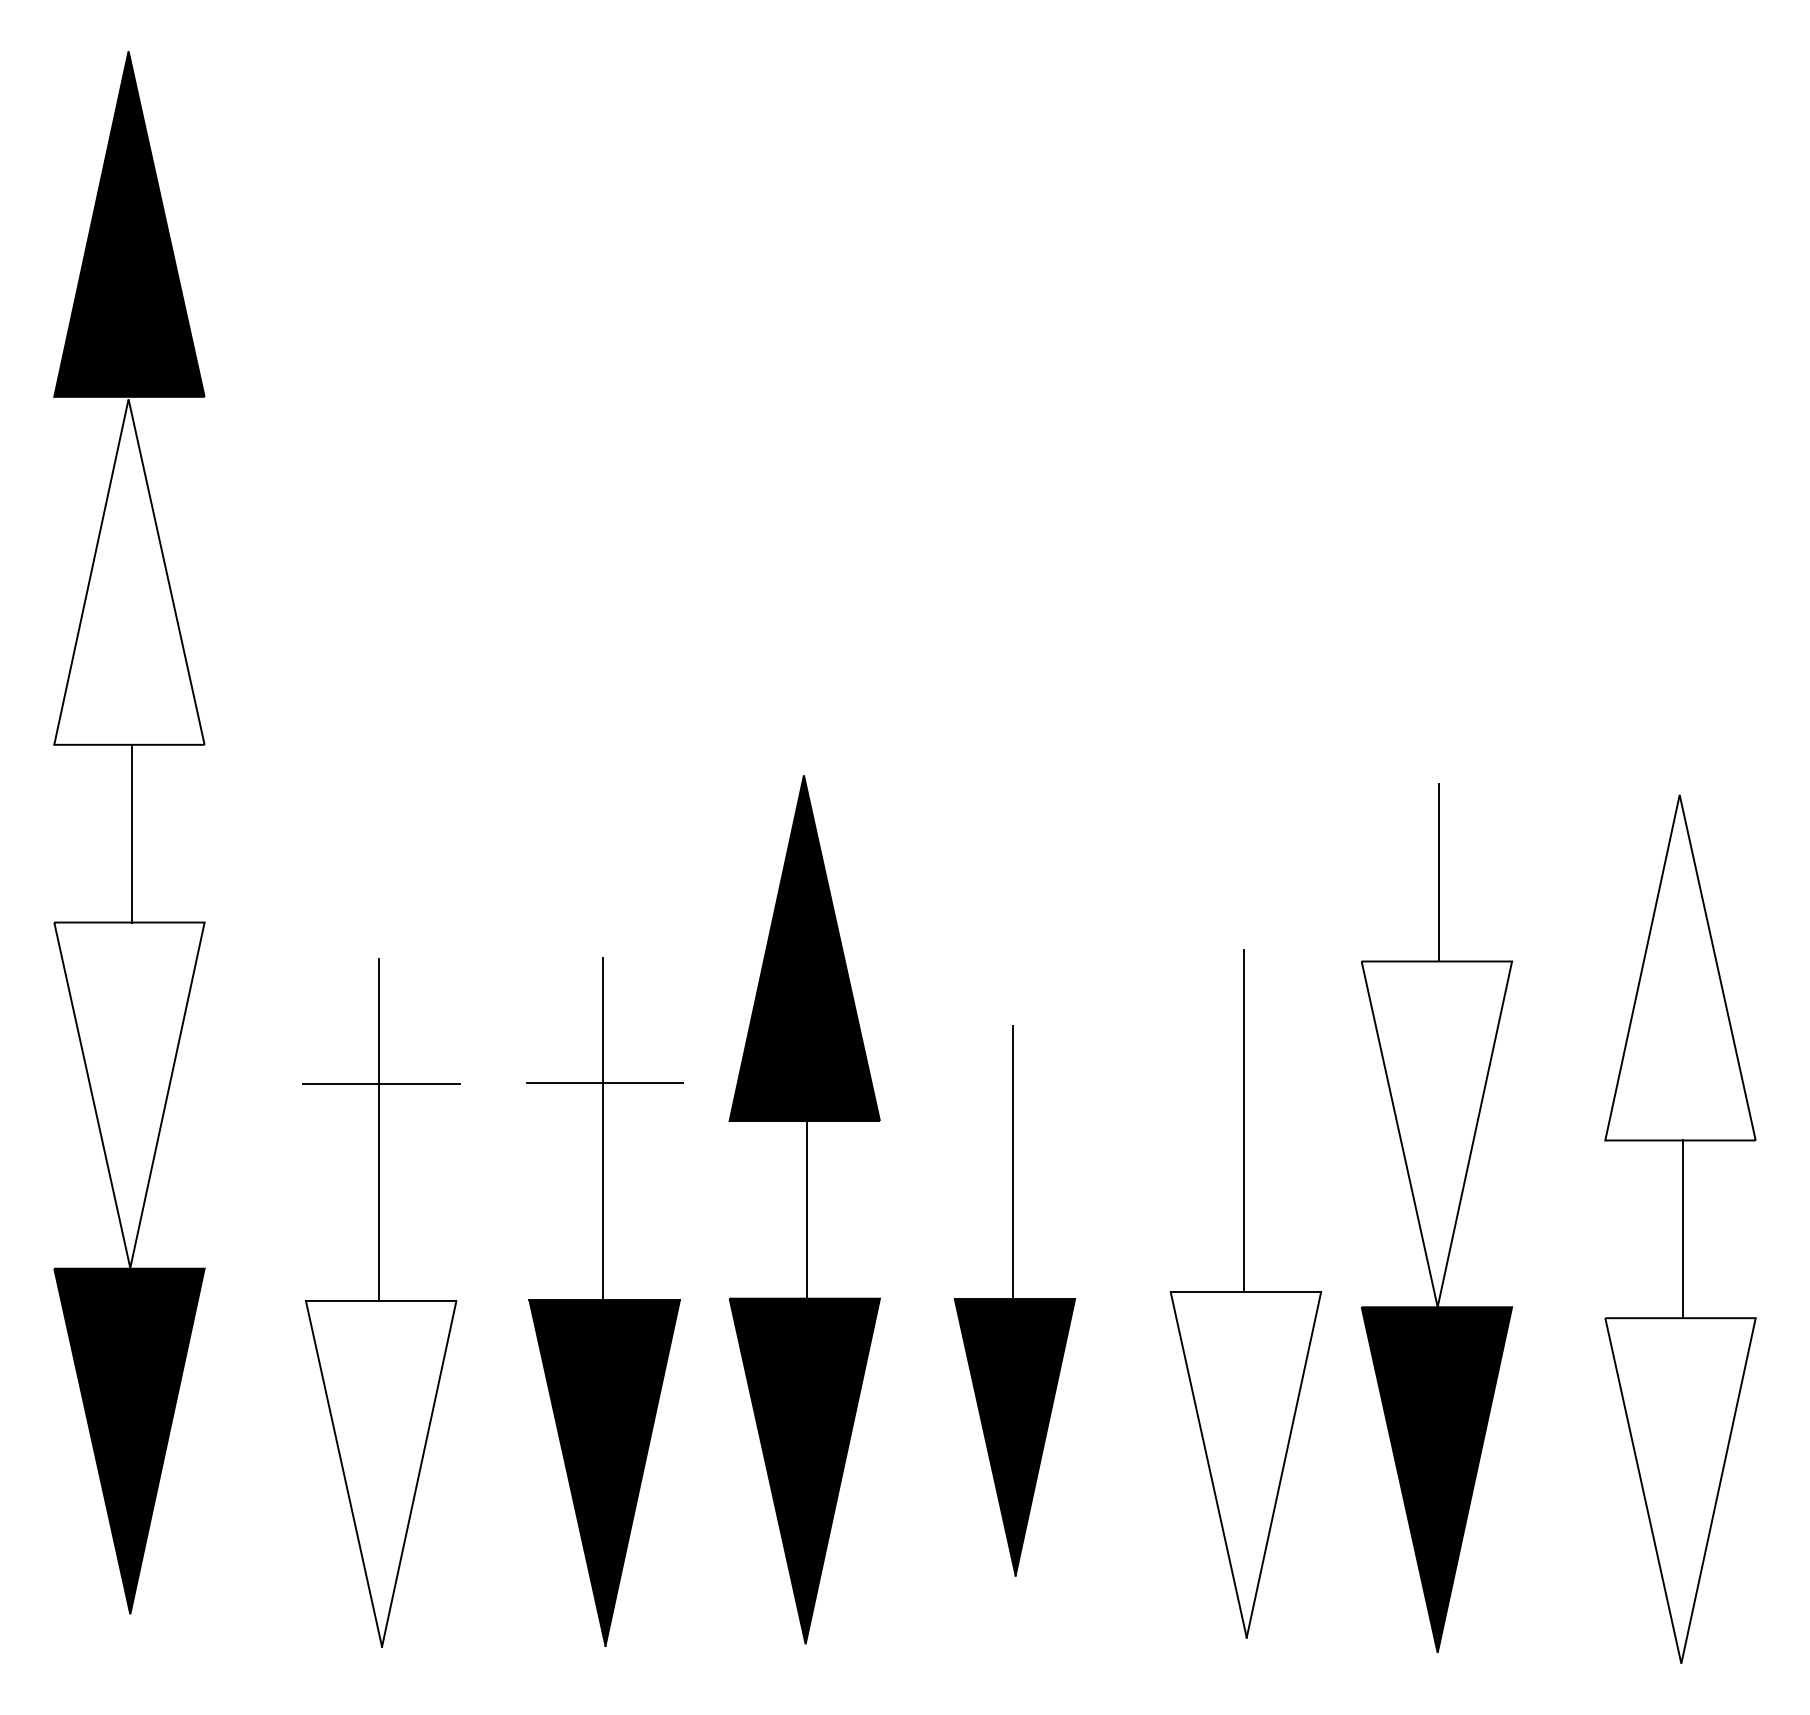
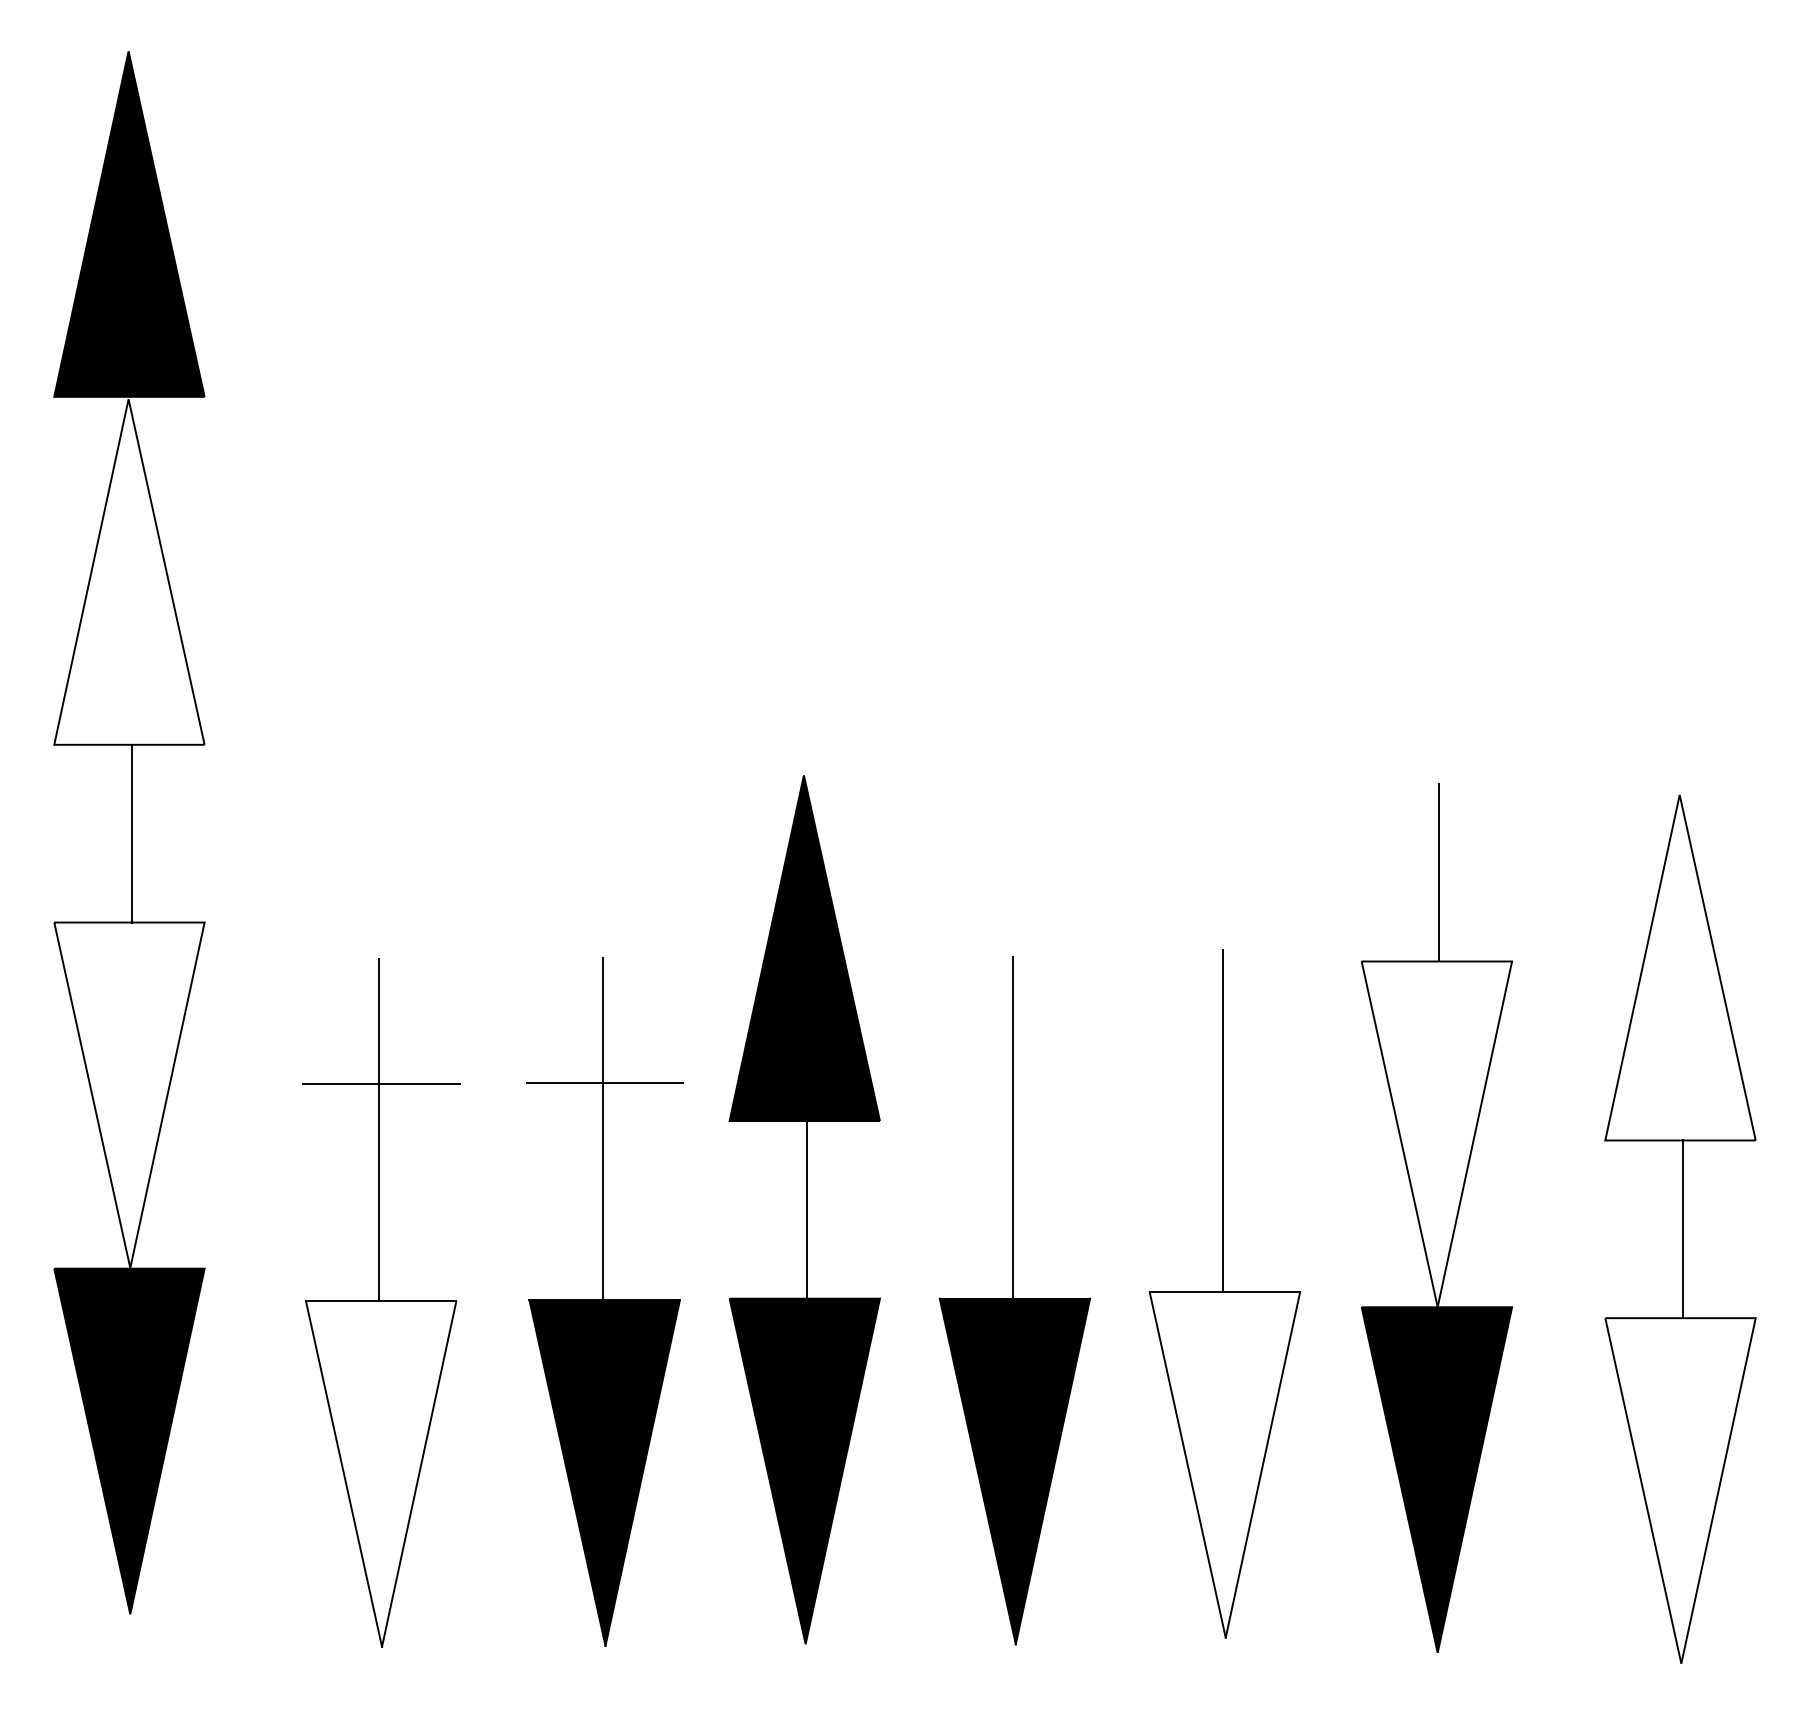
part at (1245, 1293) position: (1245, 1293) -> (1224, 1293)
part at (1014, 1300) size: 123x552 px -> 154x690 px
